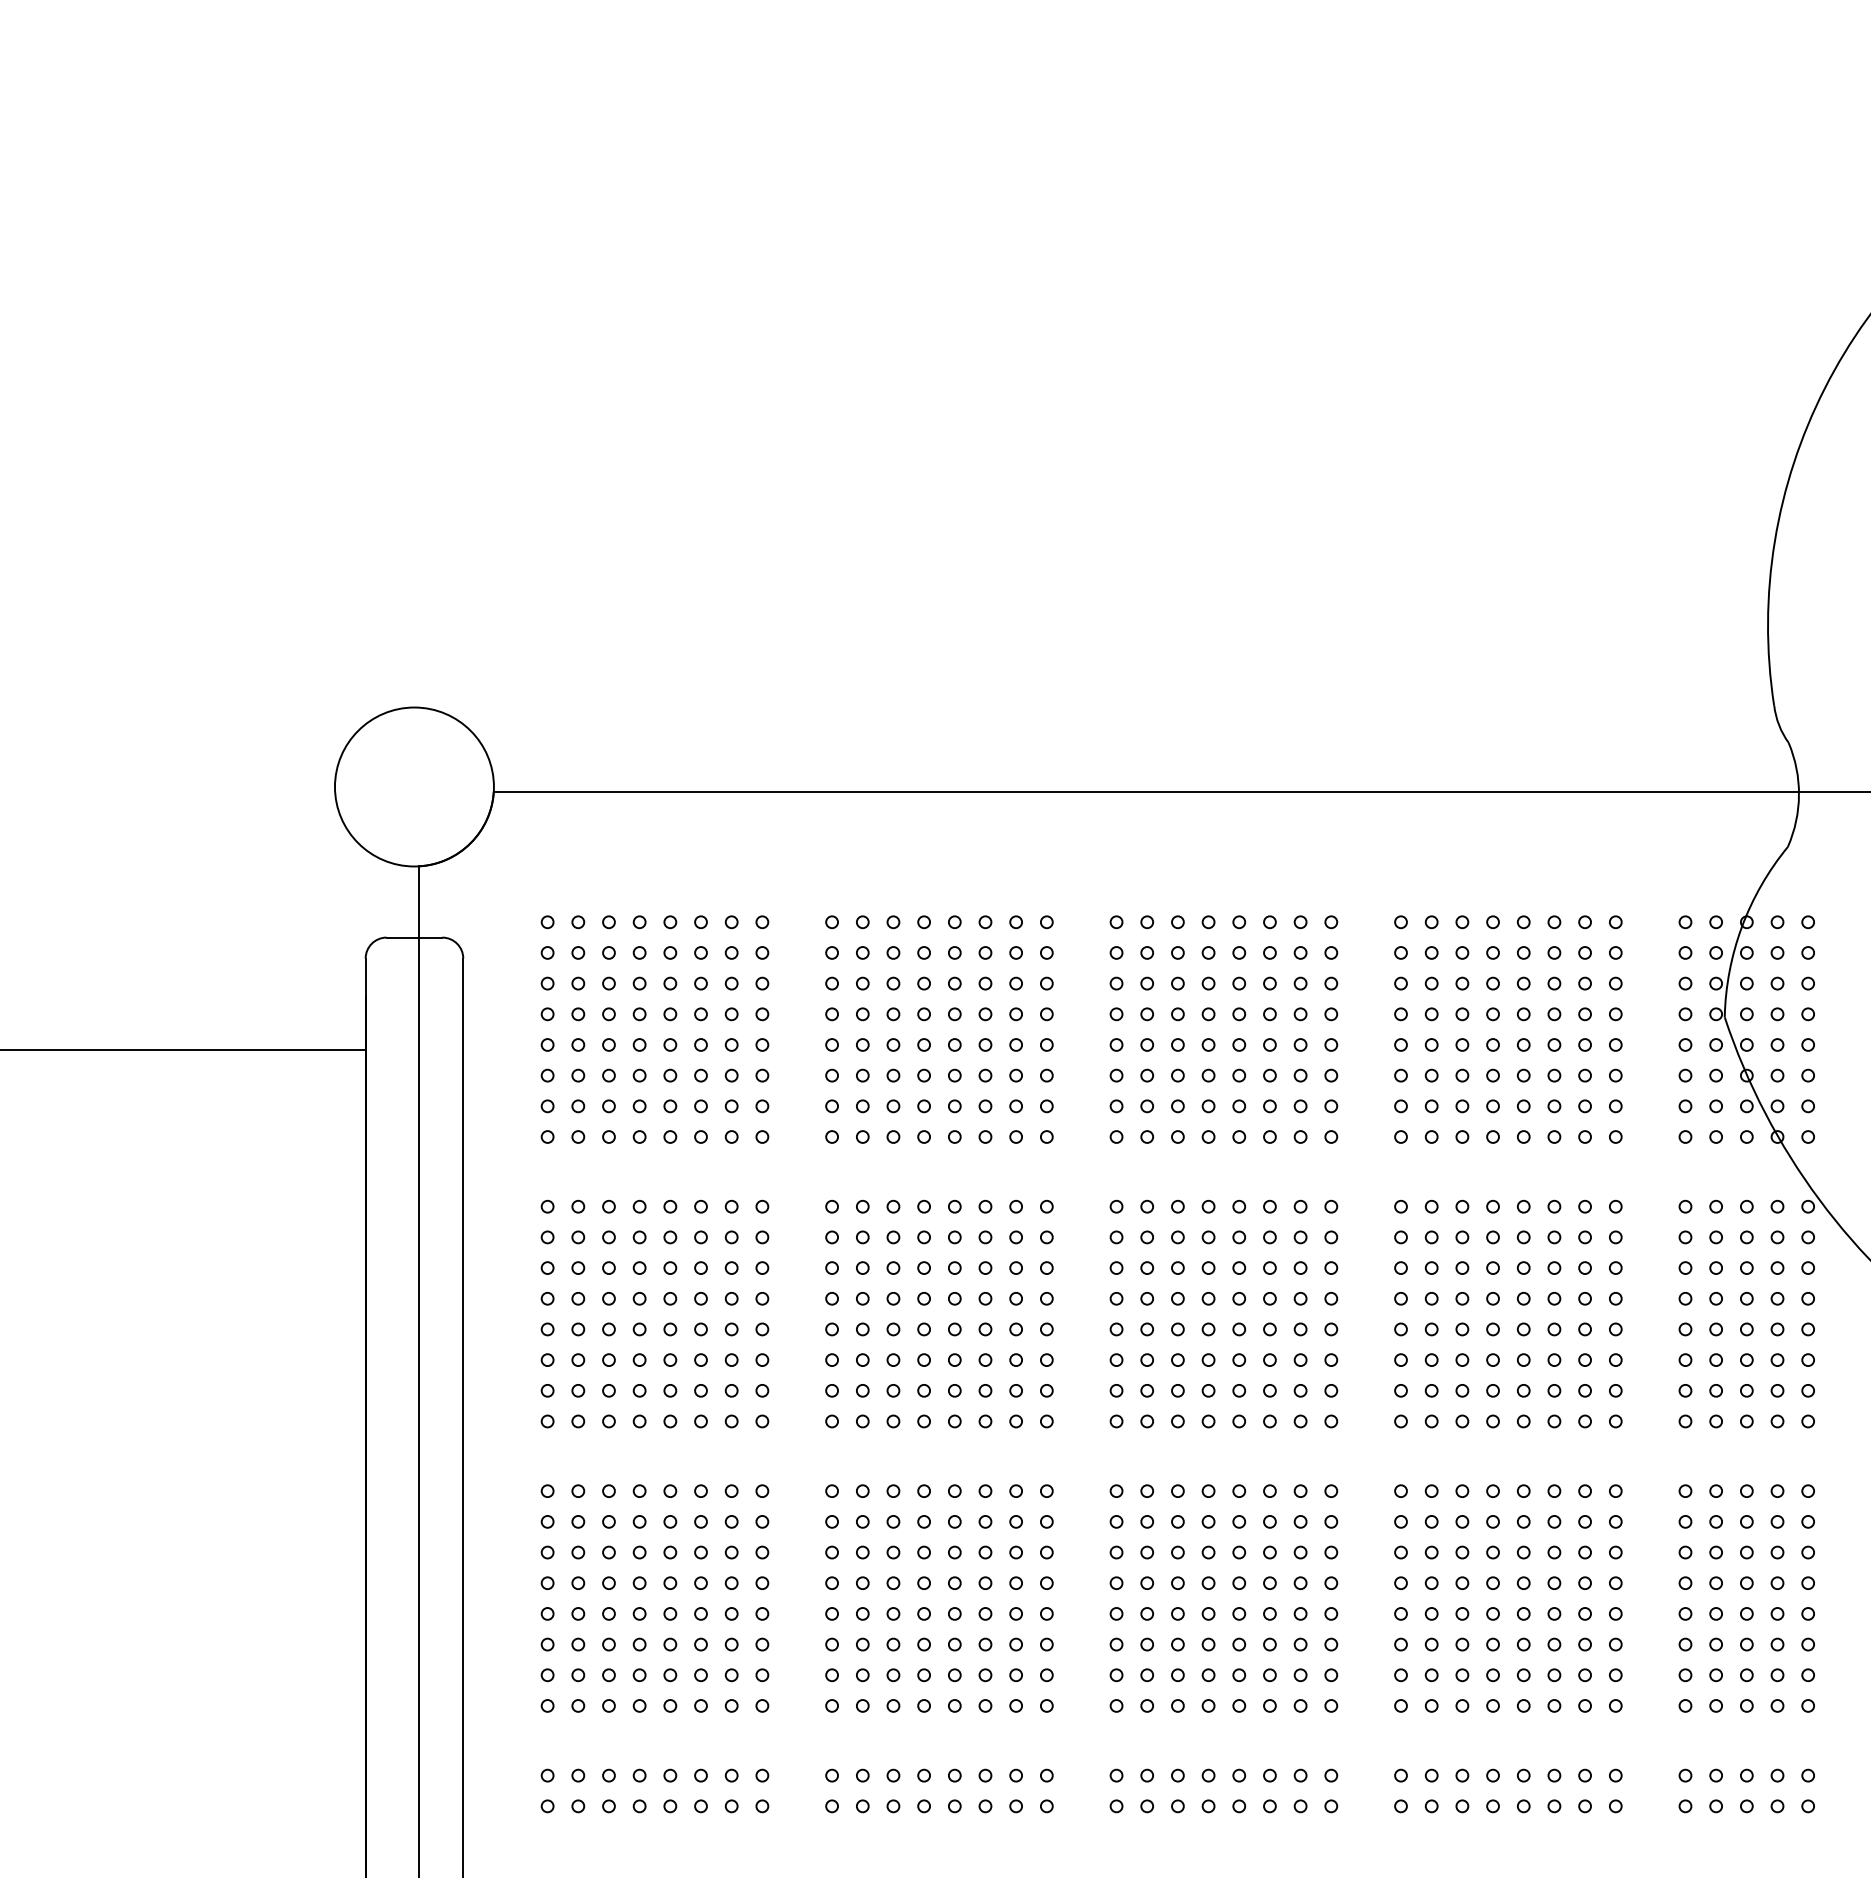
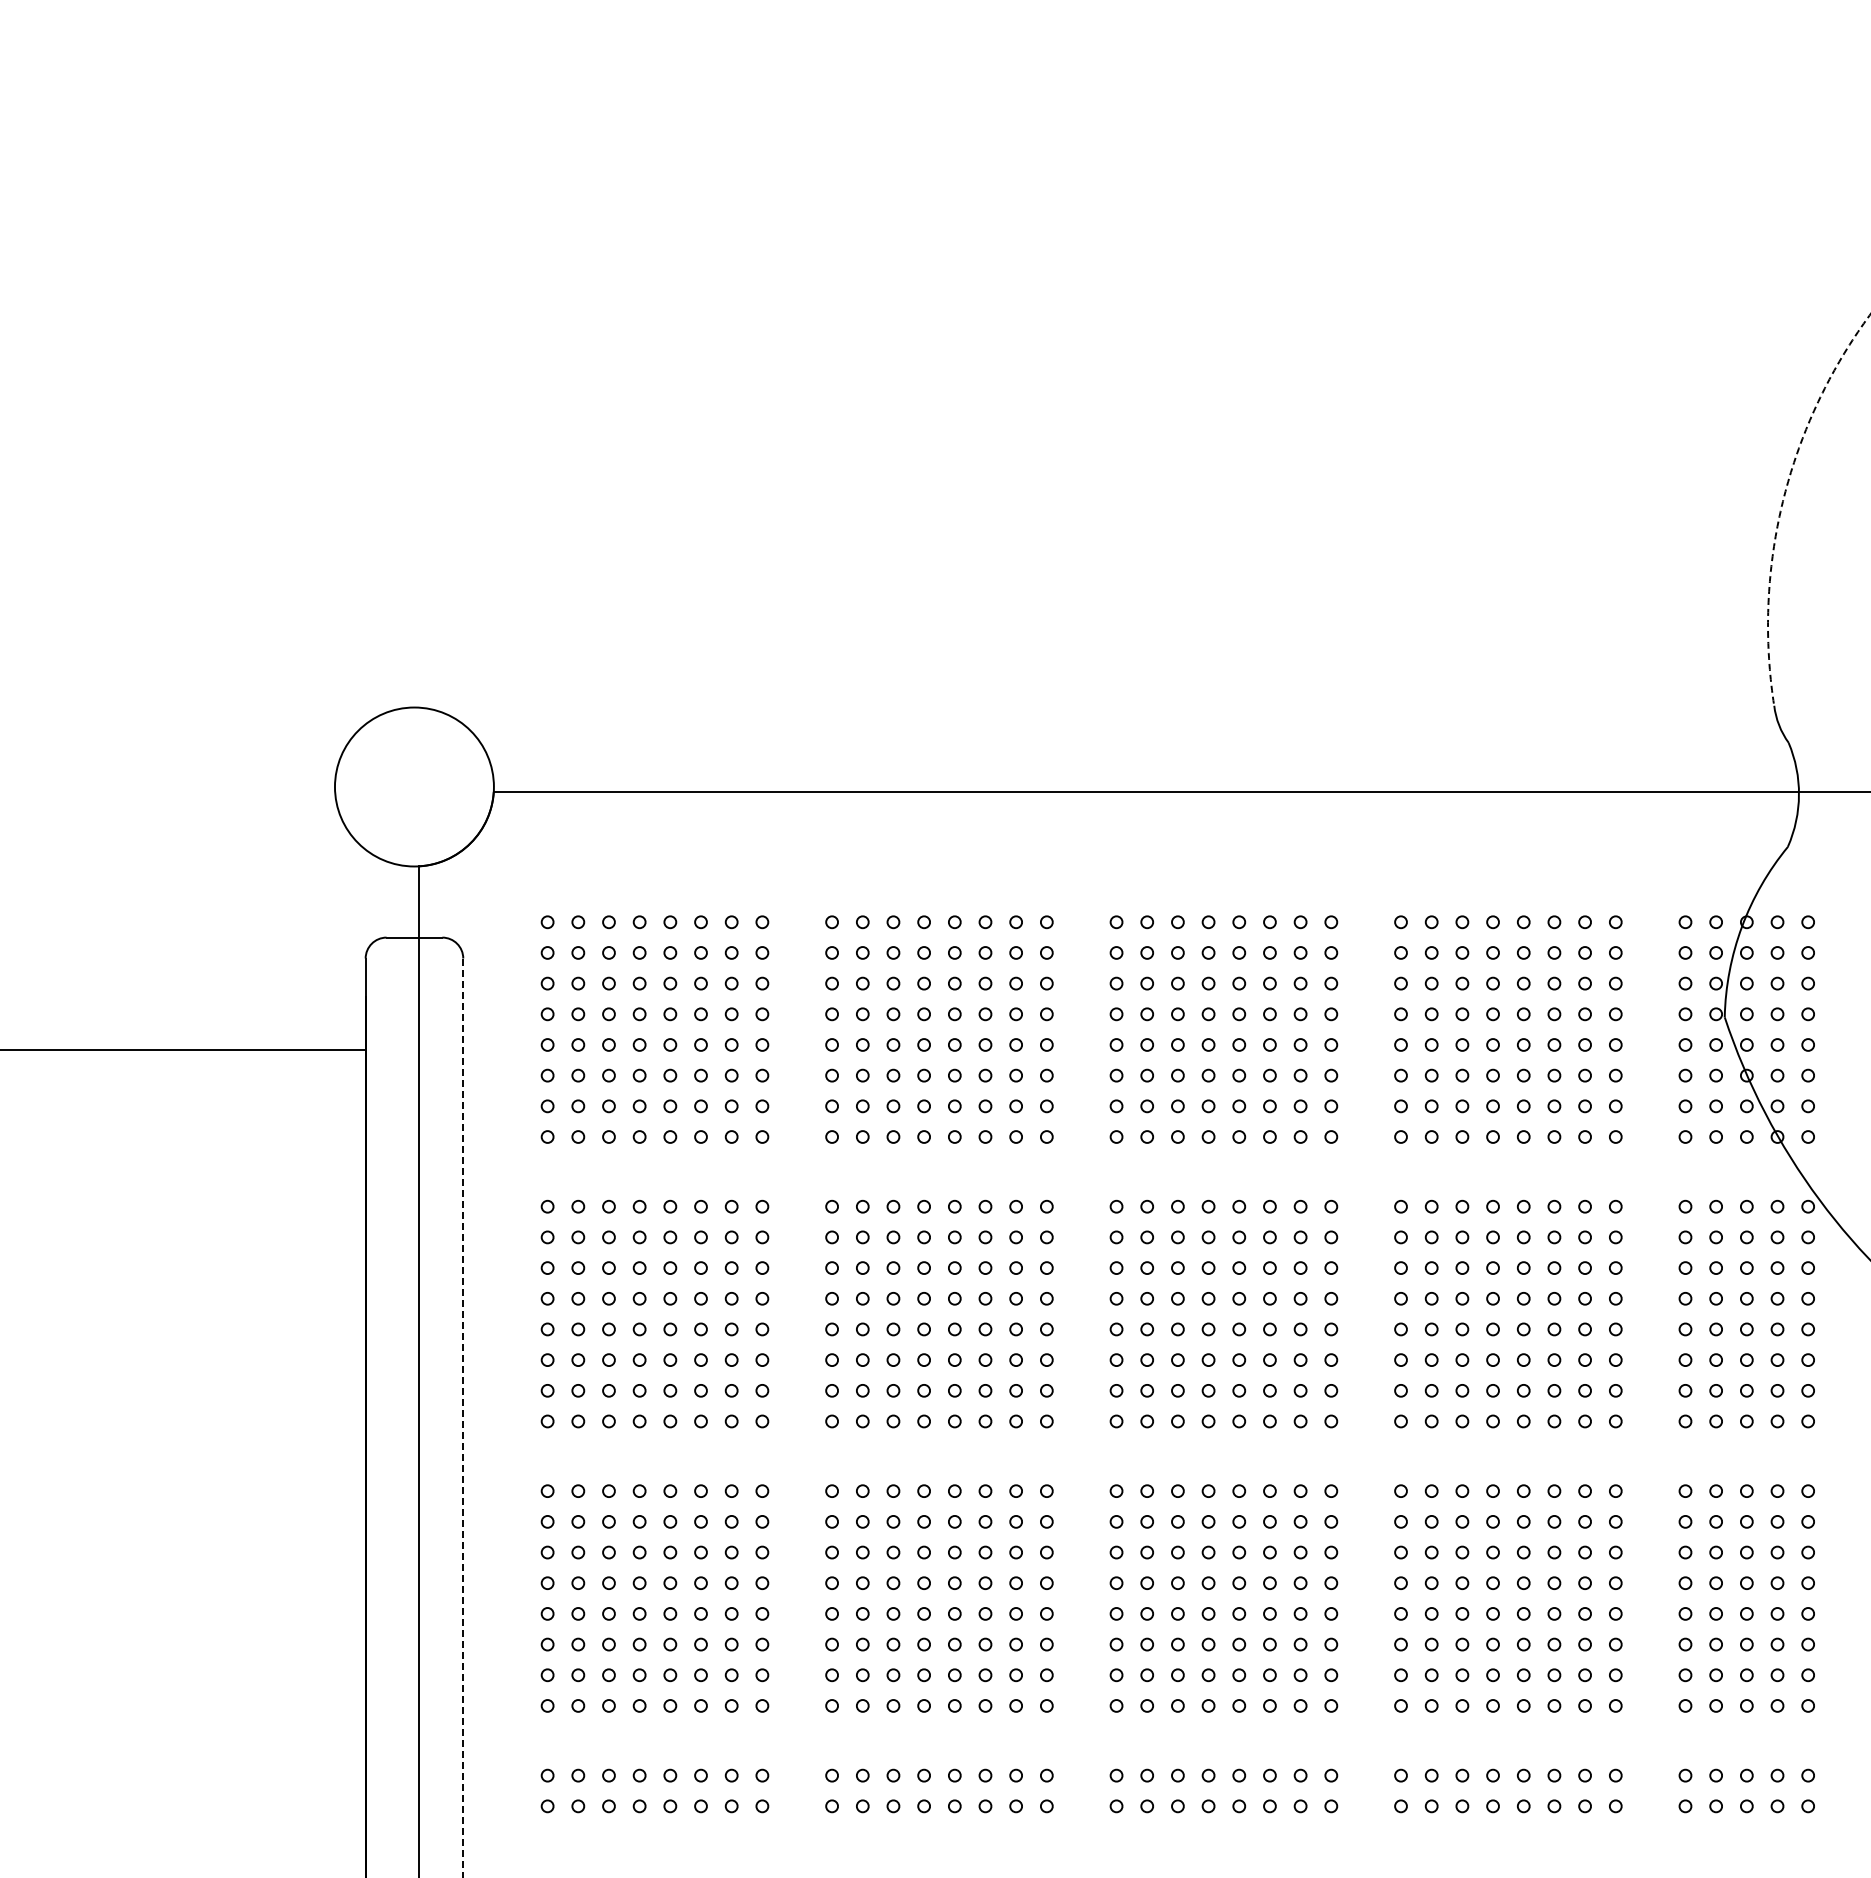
arc at (1783, 498): solid -> dashed
line at (463, 1418): solid -> dashed
